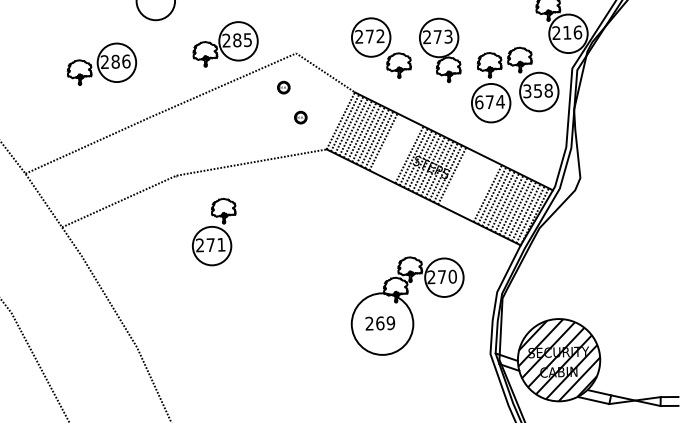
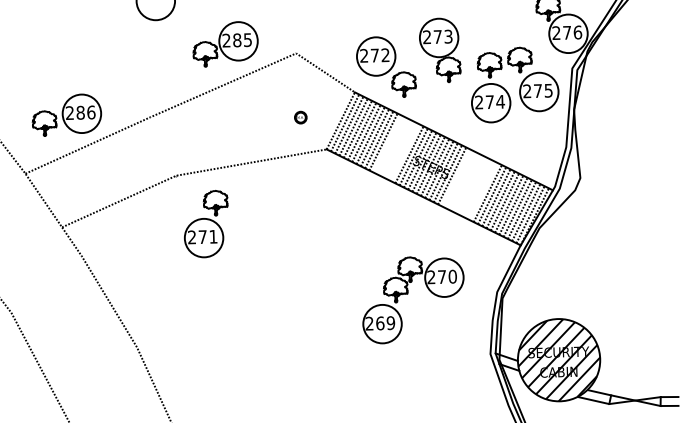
text at (567, 32): 216 -> 276
part at (381, 47) position: (381, 47) -> (386, 66)
part at (101, 63) position: (101, 63) -> (66, 114)
part at (283, 87): present -> none
text at (537, 90): 358 -> 275
text at (479, 102): 674 -> 274
part at (214, 232) position: (214, 232) -> (206, 224)
circle at (382, 323) diameter: 62 px -> 38 px
